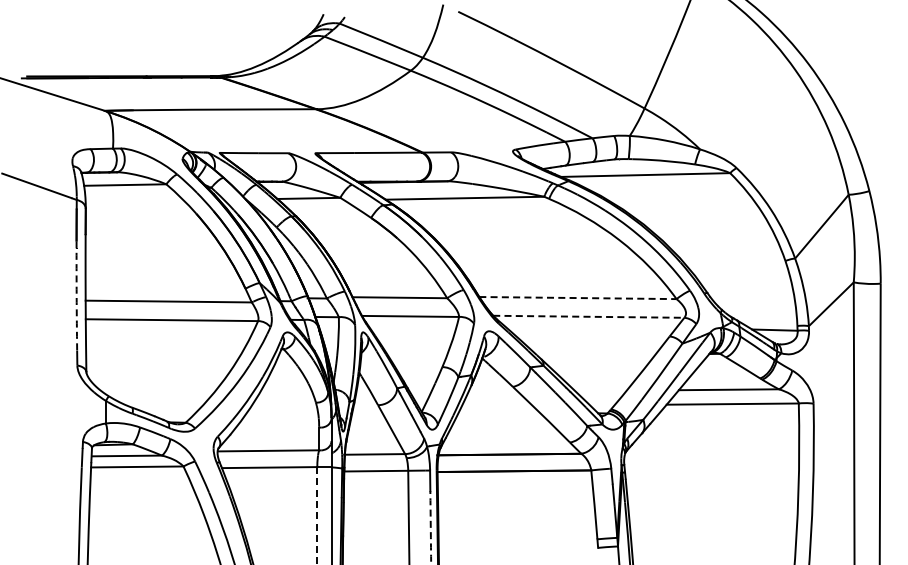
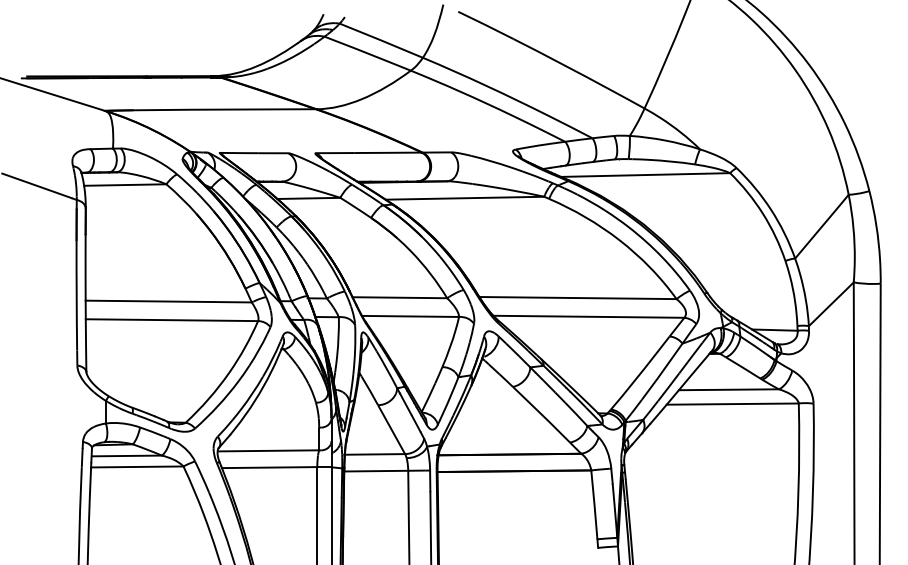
arc at (76, 295): dashed -> solid
line at (577, 298): dashed -> solid
line at (588, 316): dashed -> solid
line at (317, 516): dashed -> solid
arc at (430, 528): dashed -> solid
